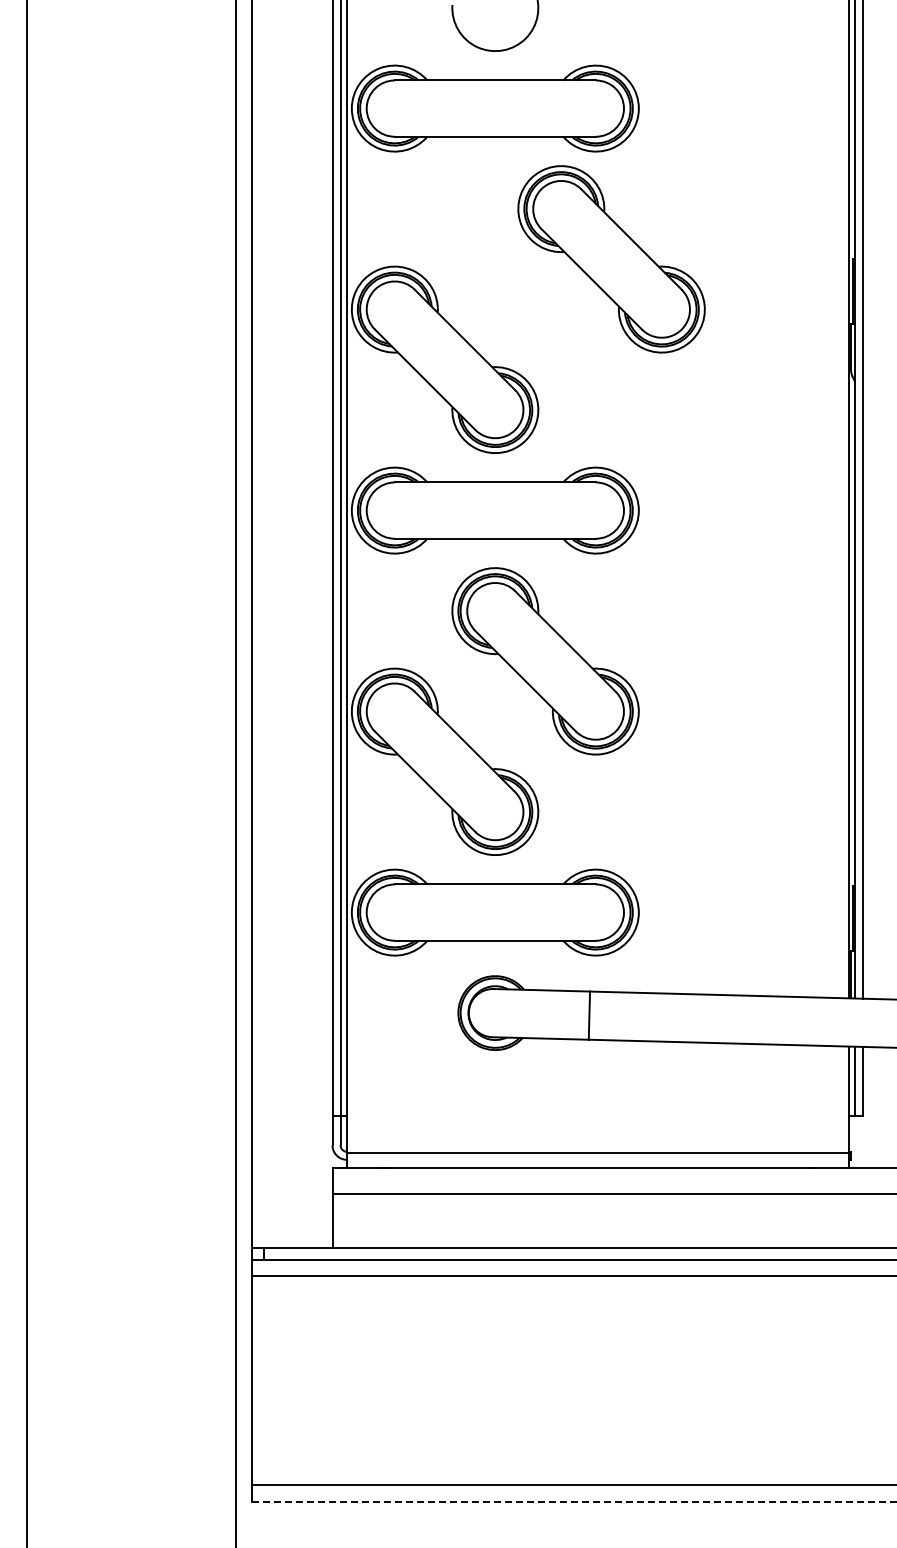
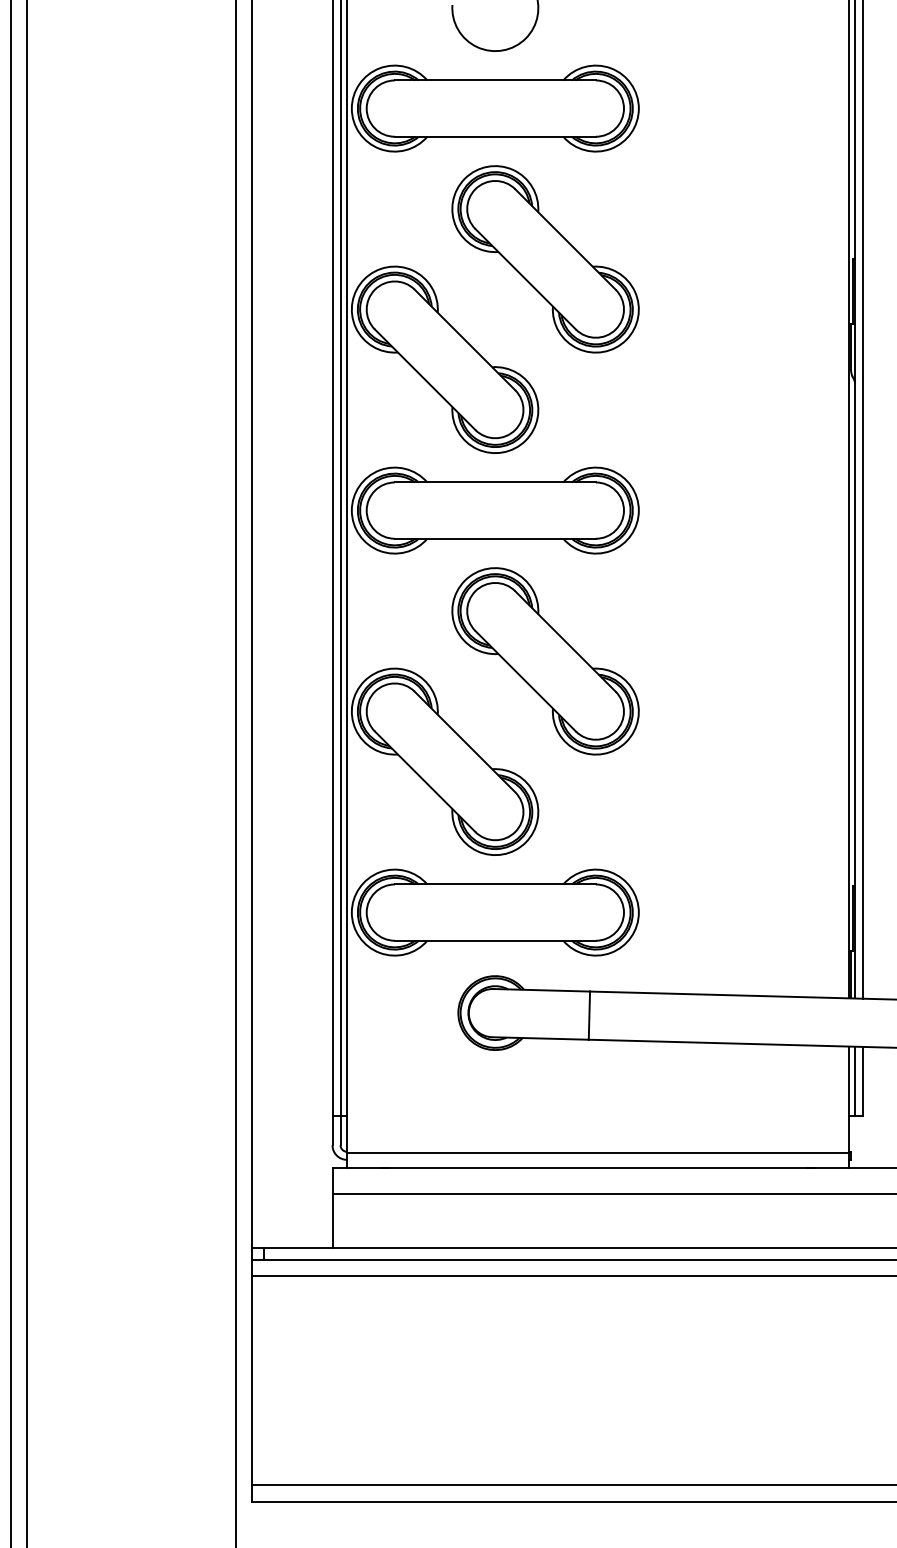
part at (611, 259) position: (611, 259) -> (545, 259)
line at (10, 773): none -> present
line at (574, 1501): dashed -> solid
